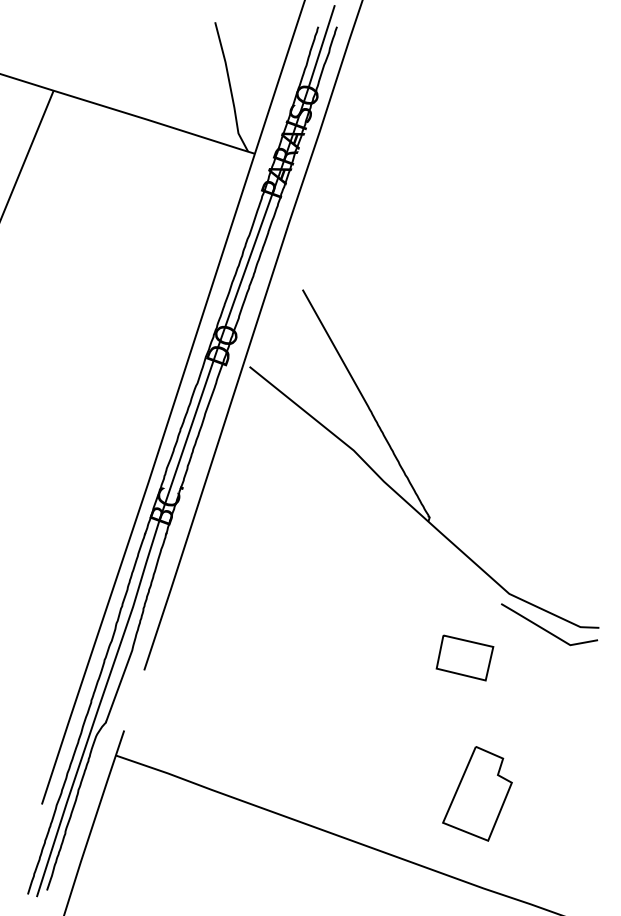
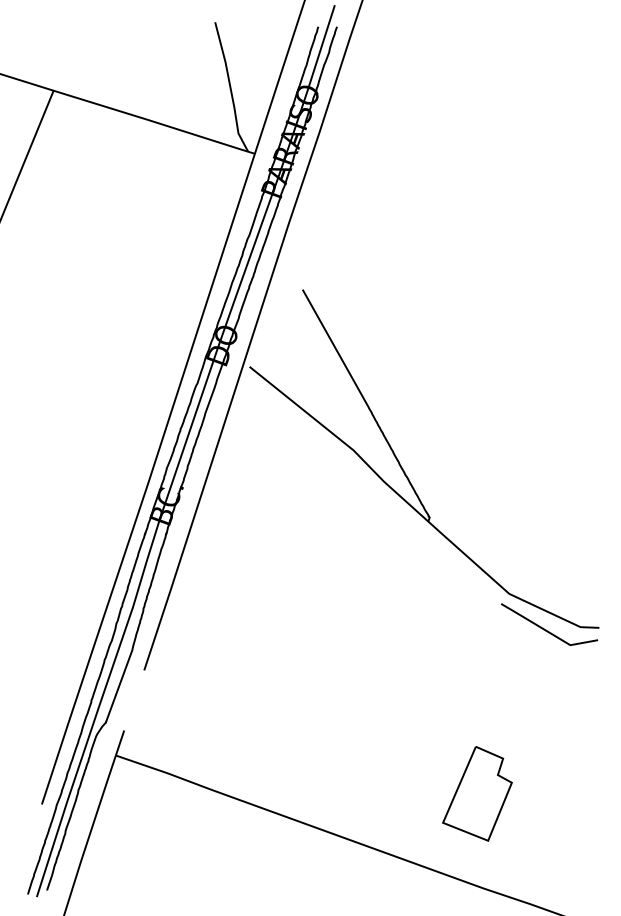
part at (464, 657): present -> none
